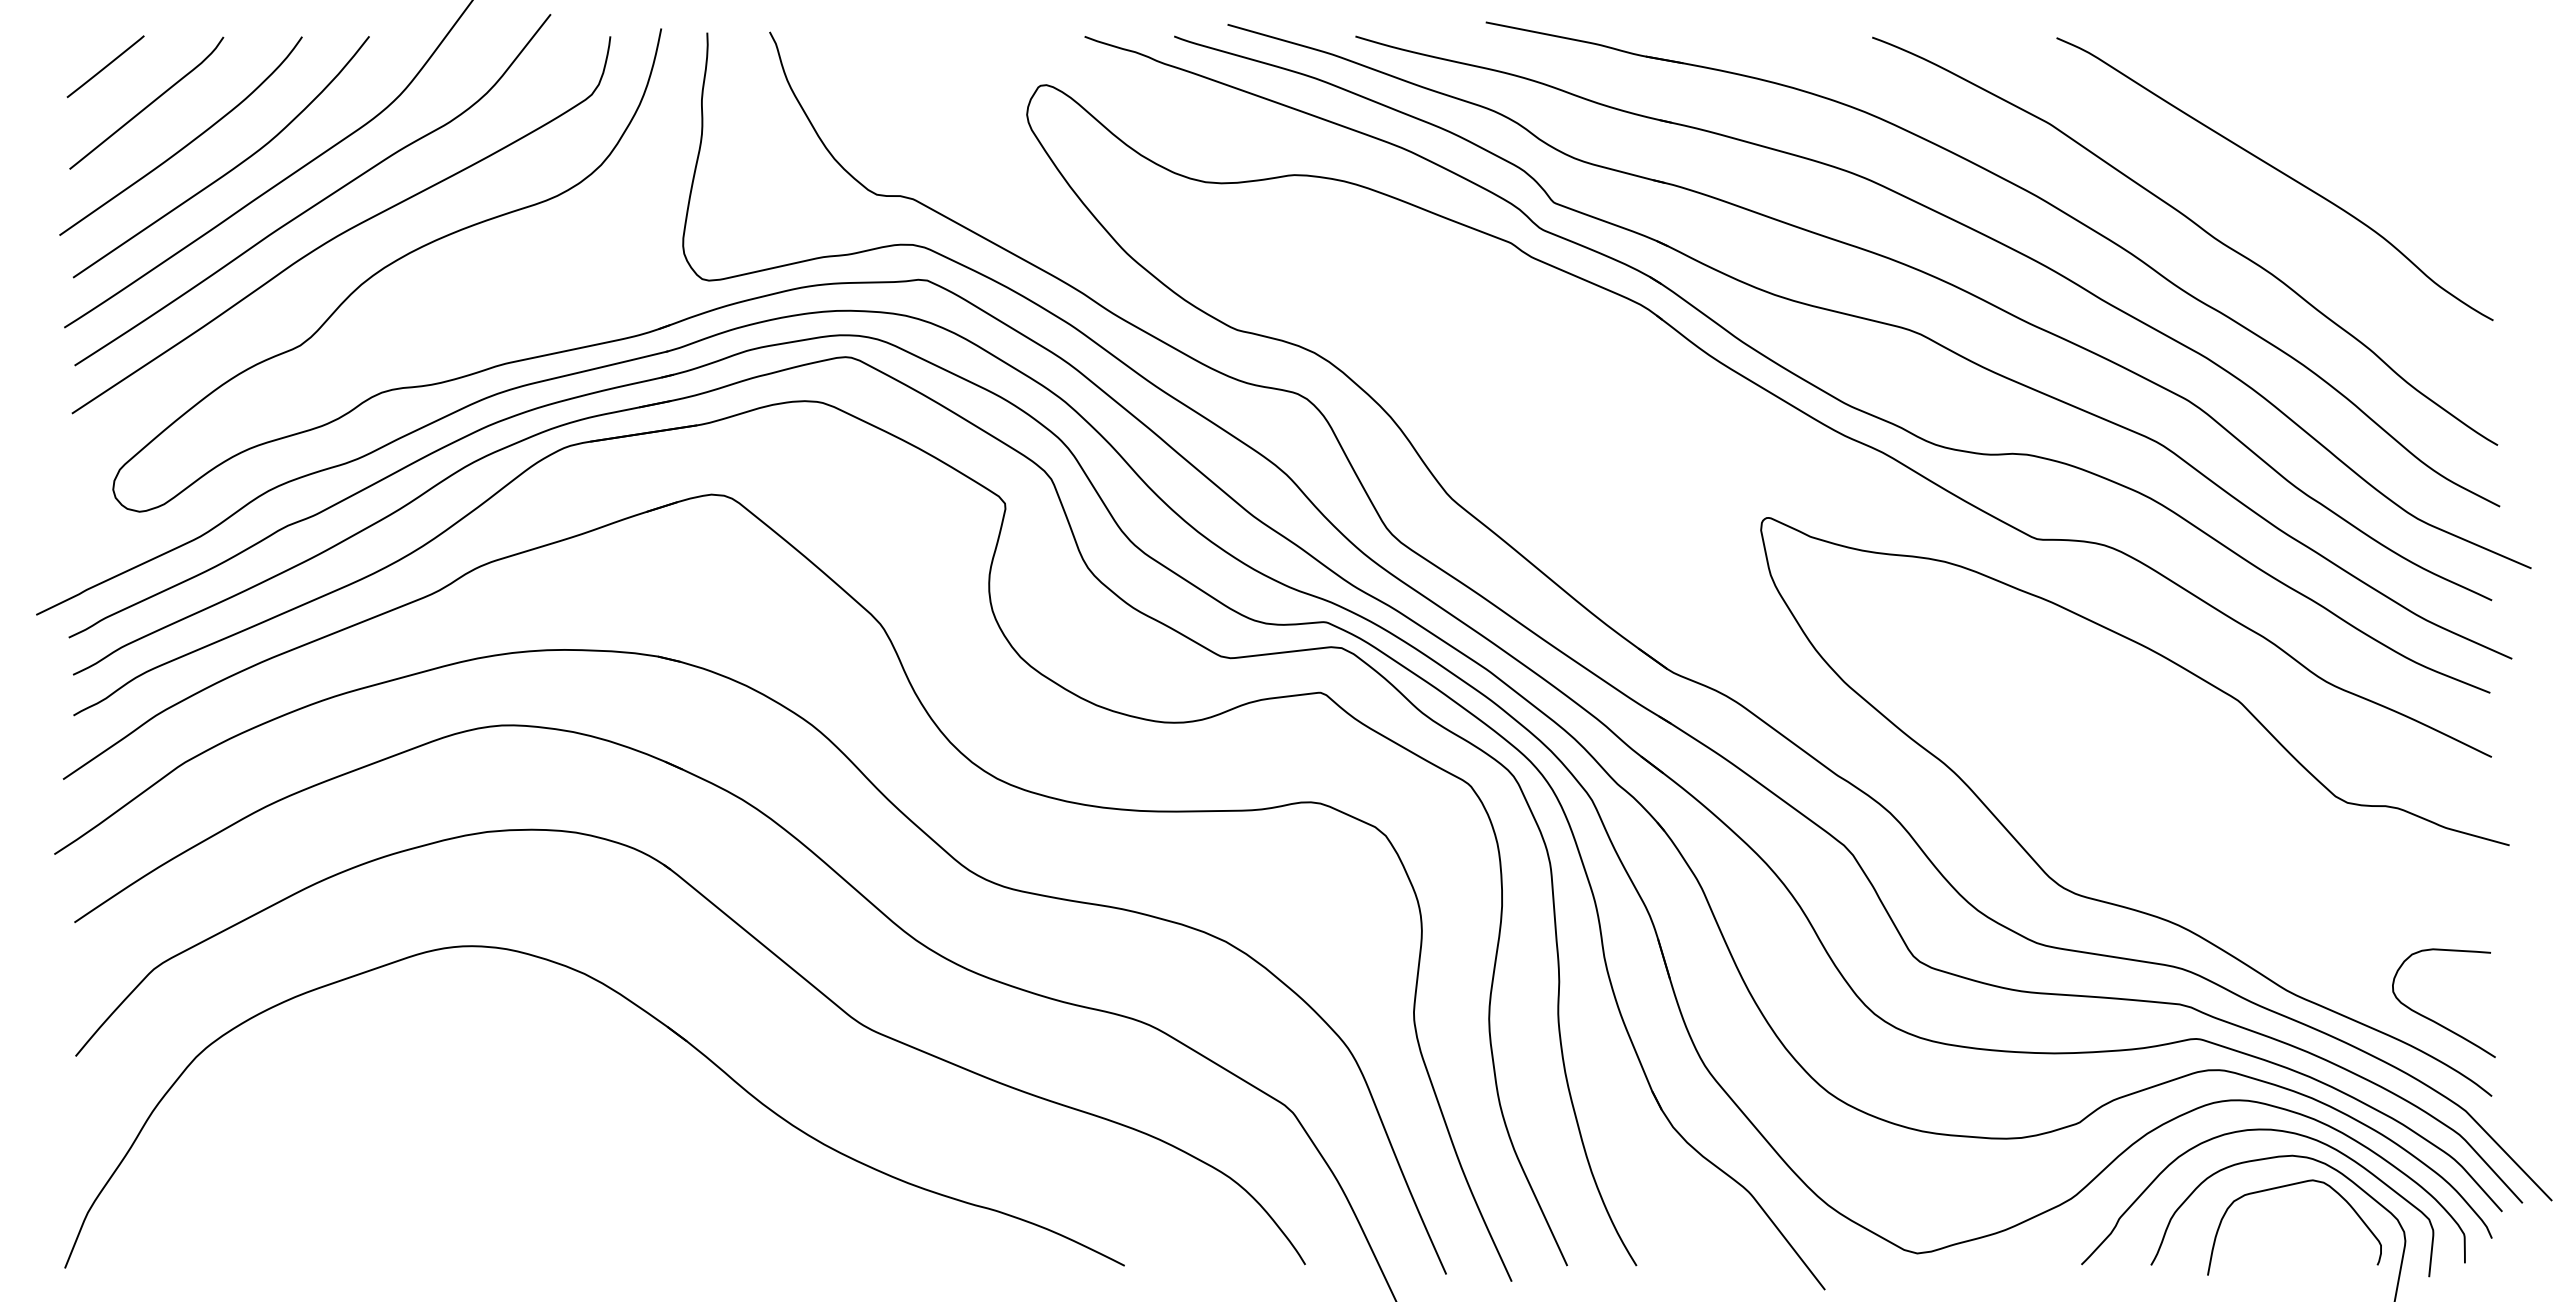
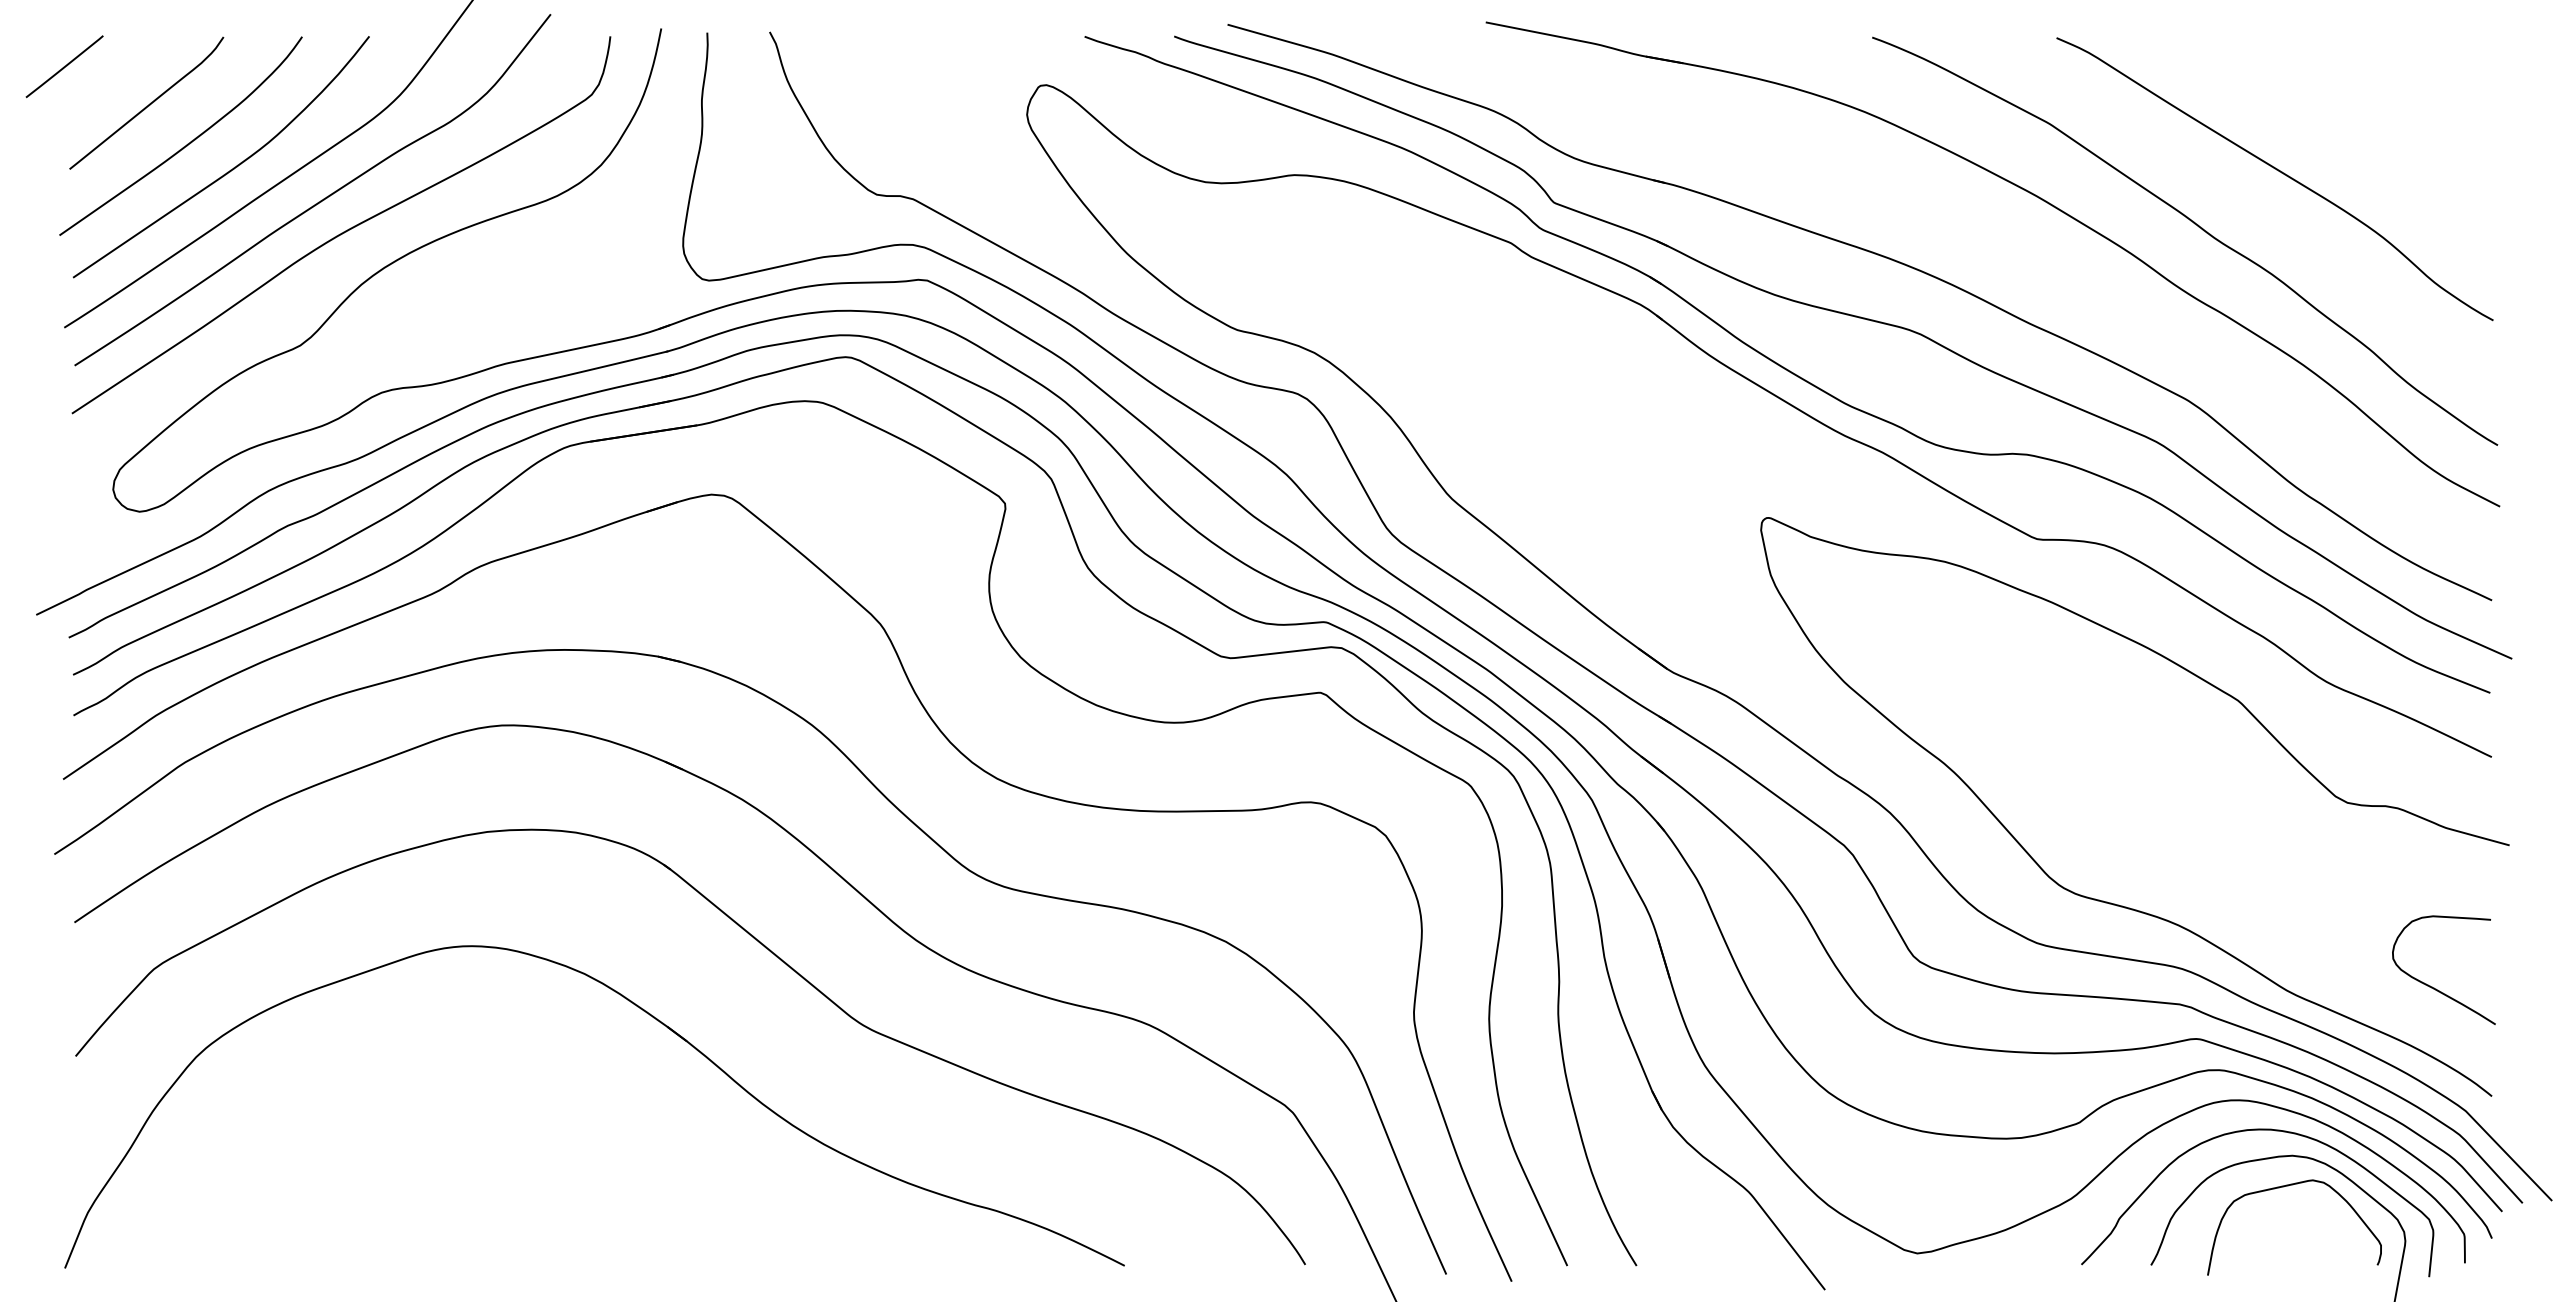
line at (105, 66) position: (105, 66) -> (64, 66)
part at (1978, 233): present -> none
curve at (2434, 1020) position: (2434, 1020) -> (2434, 987)
